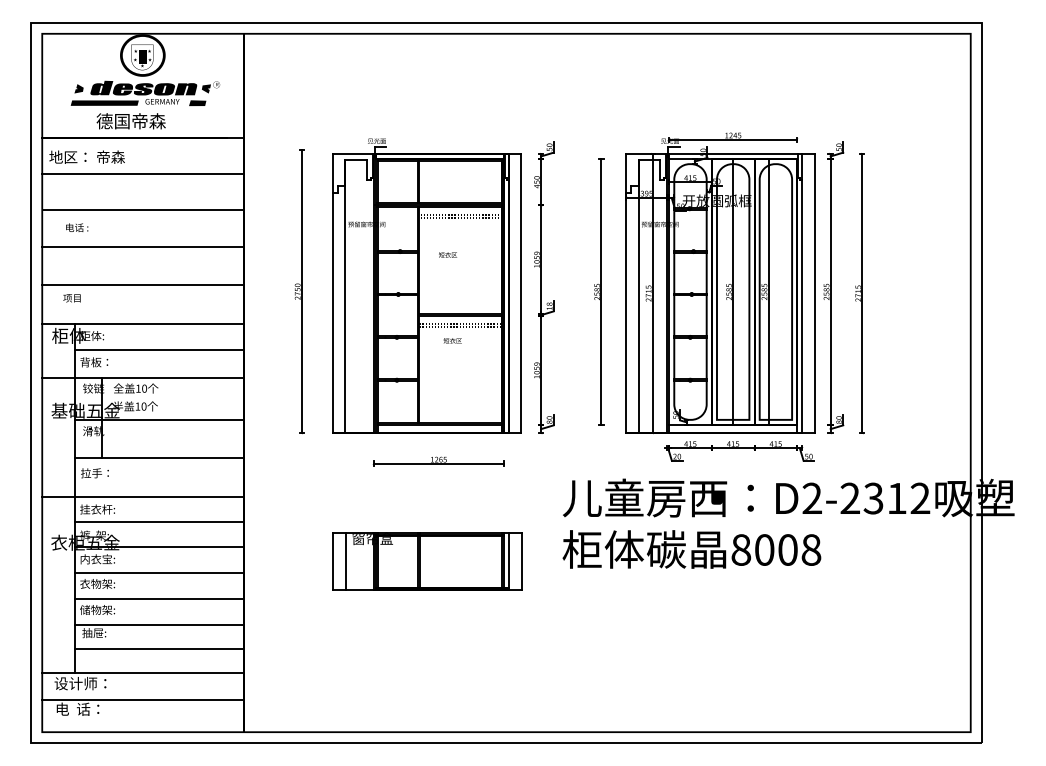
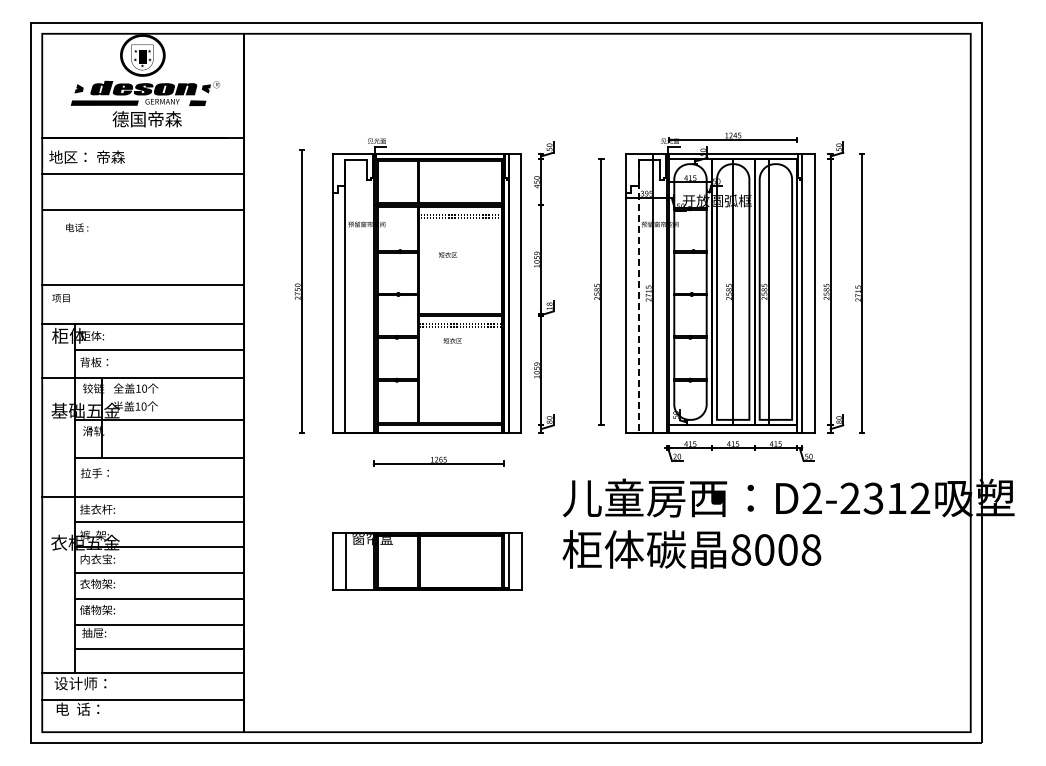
text at (130, 121) position: (130, 121) -> (146, 119)
line at (143, 247): present -> none
line at (638, 296): solid -> dashed
text at (71, 298) position: (71, 298) -> (60, 298)
